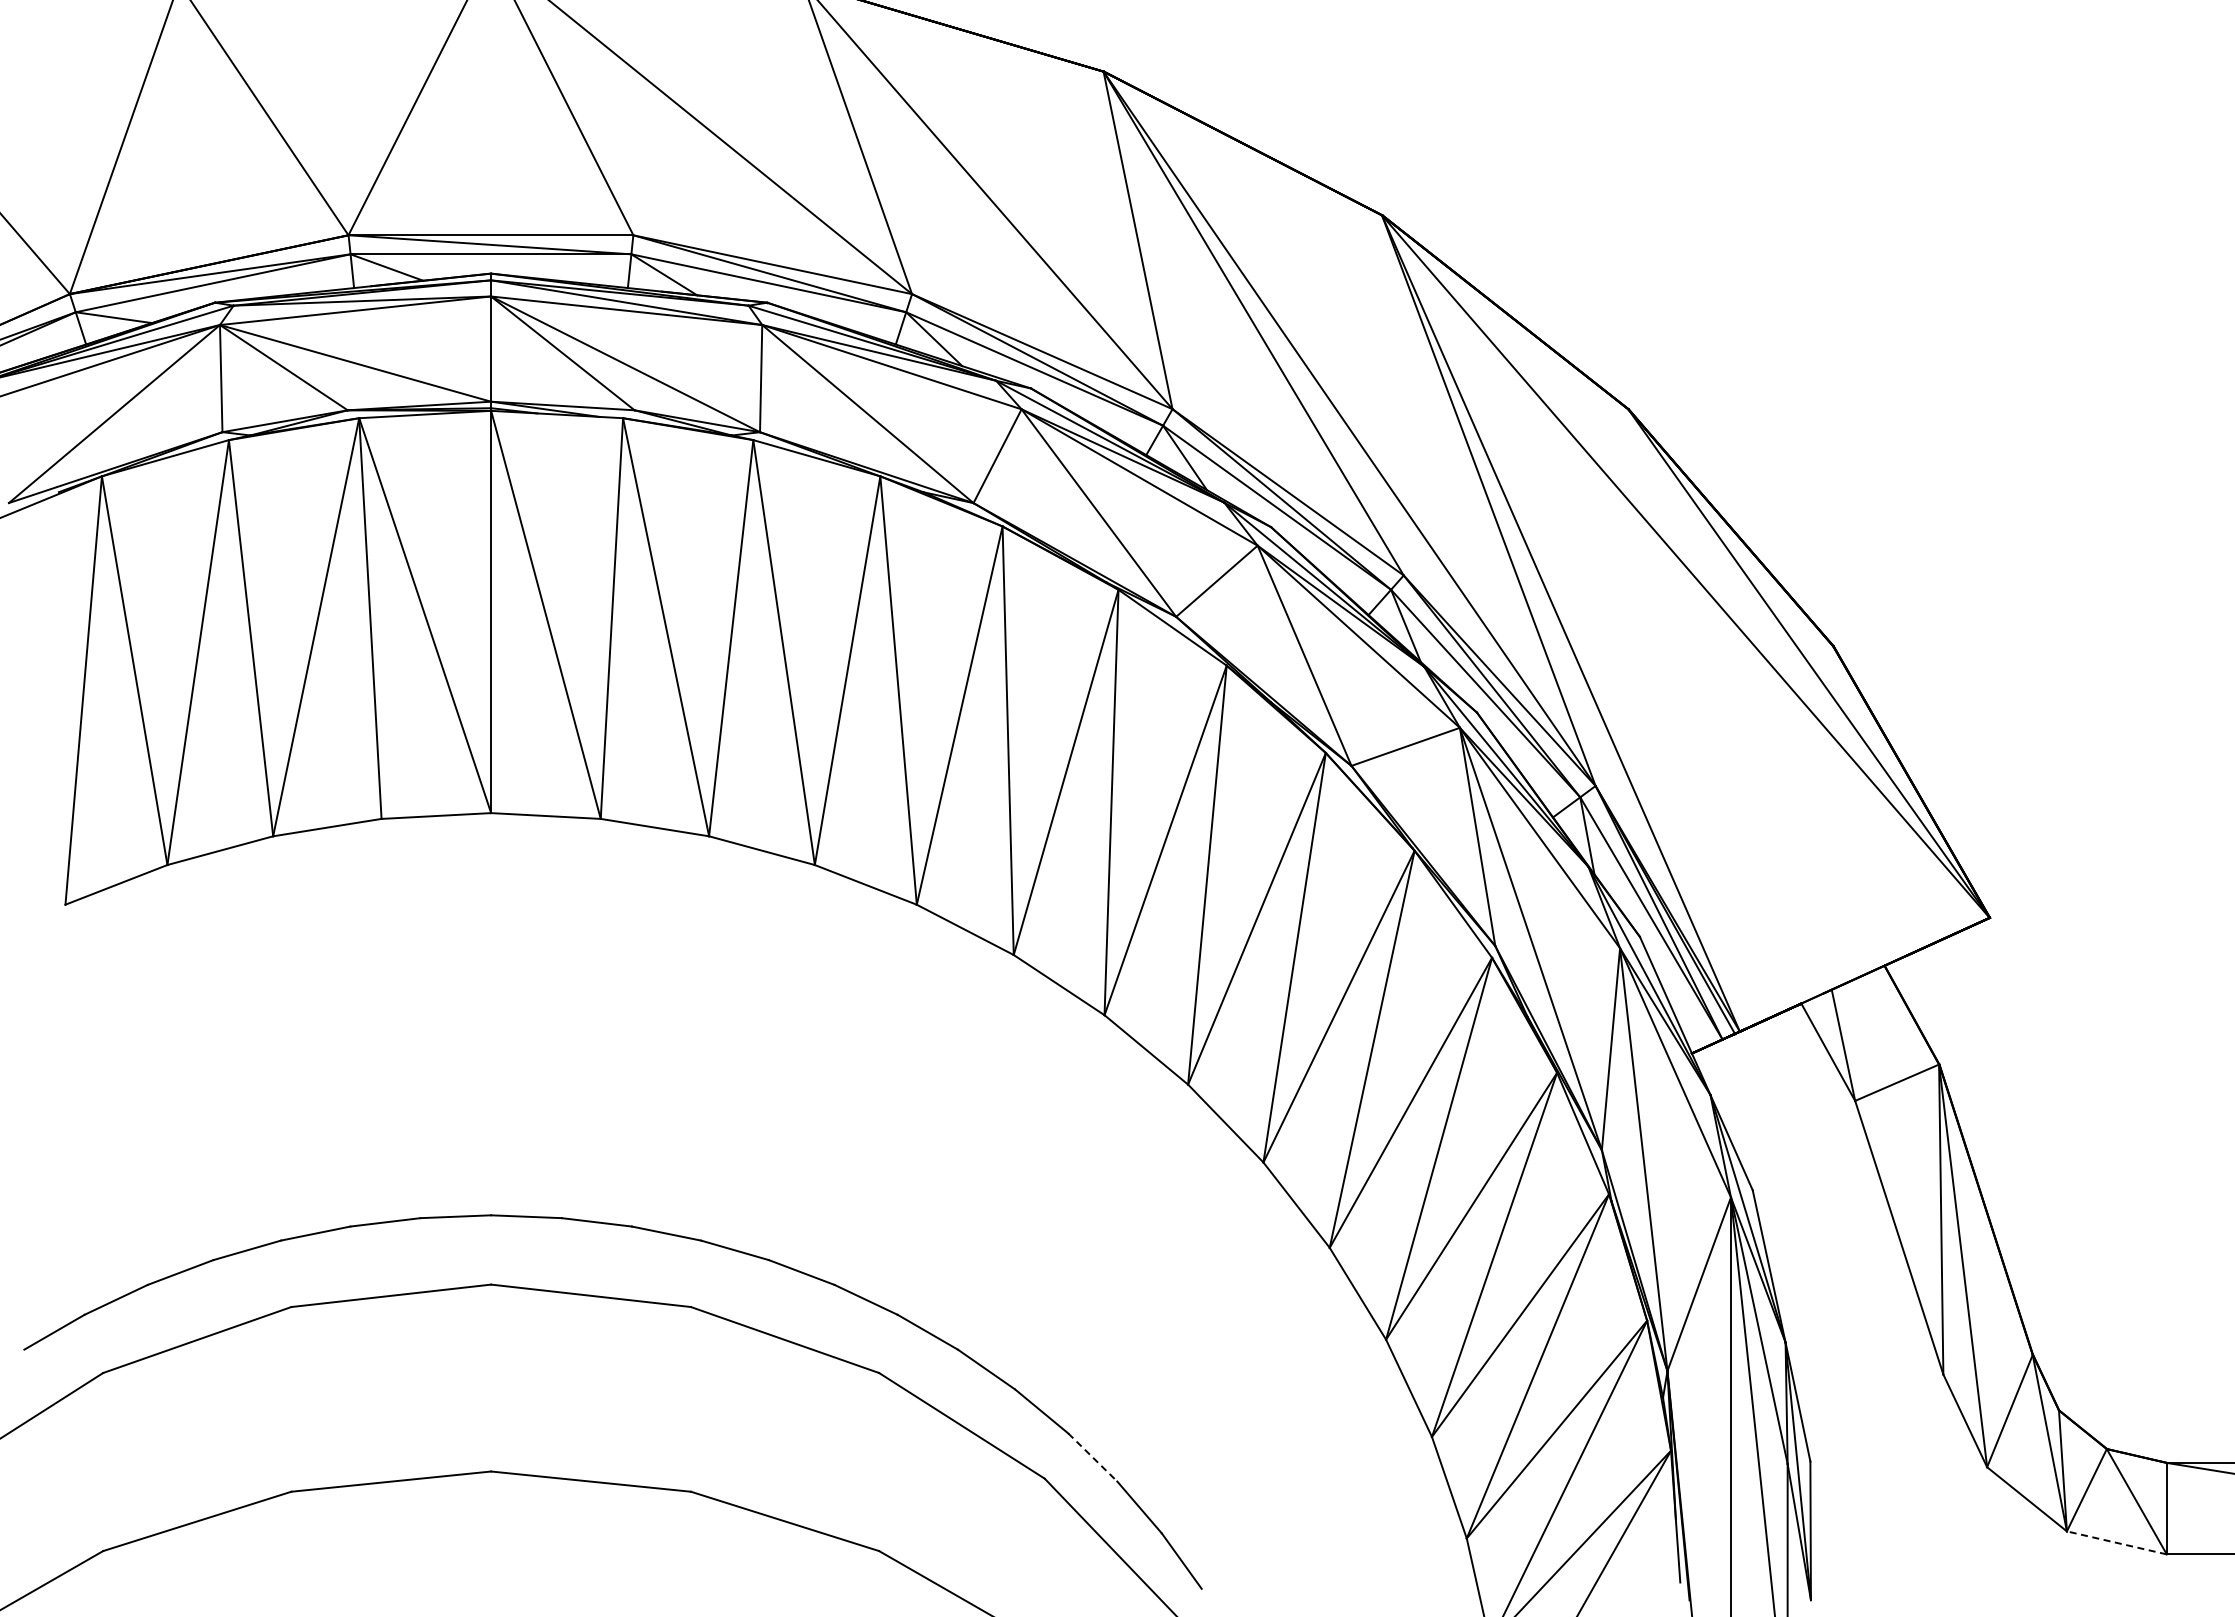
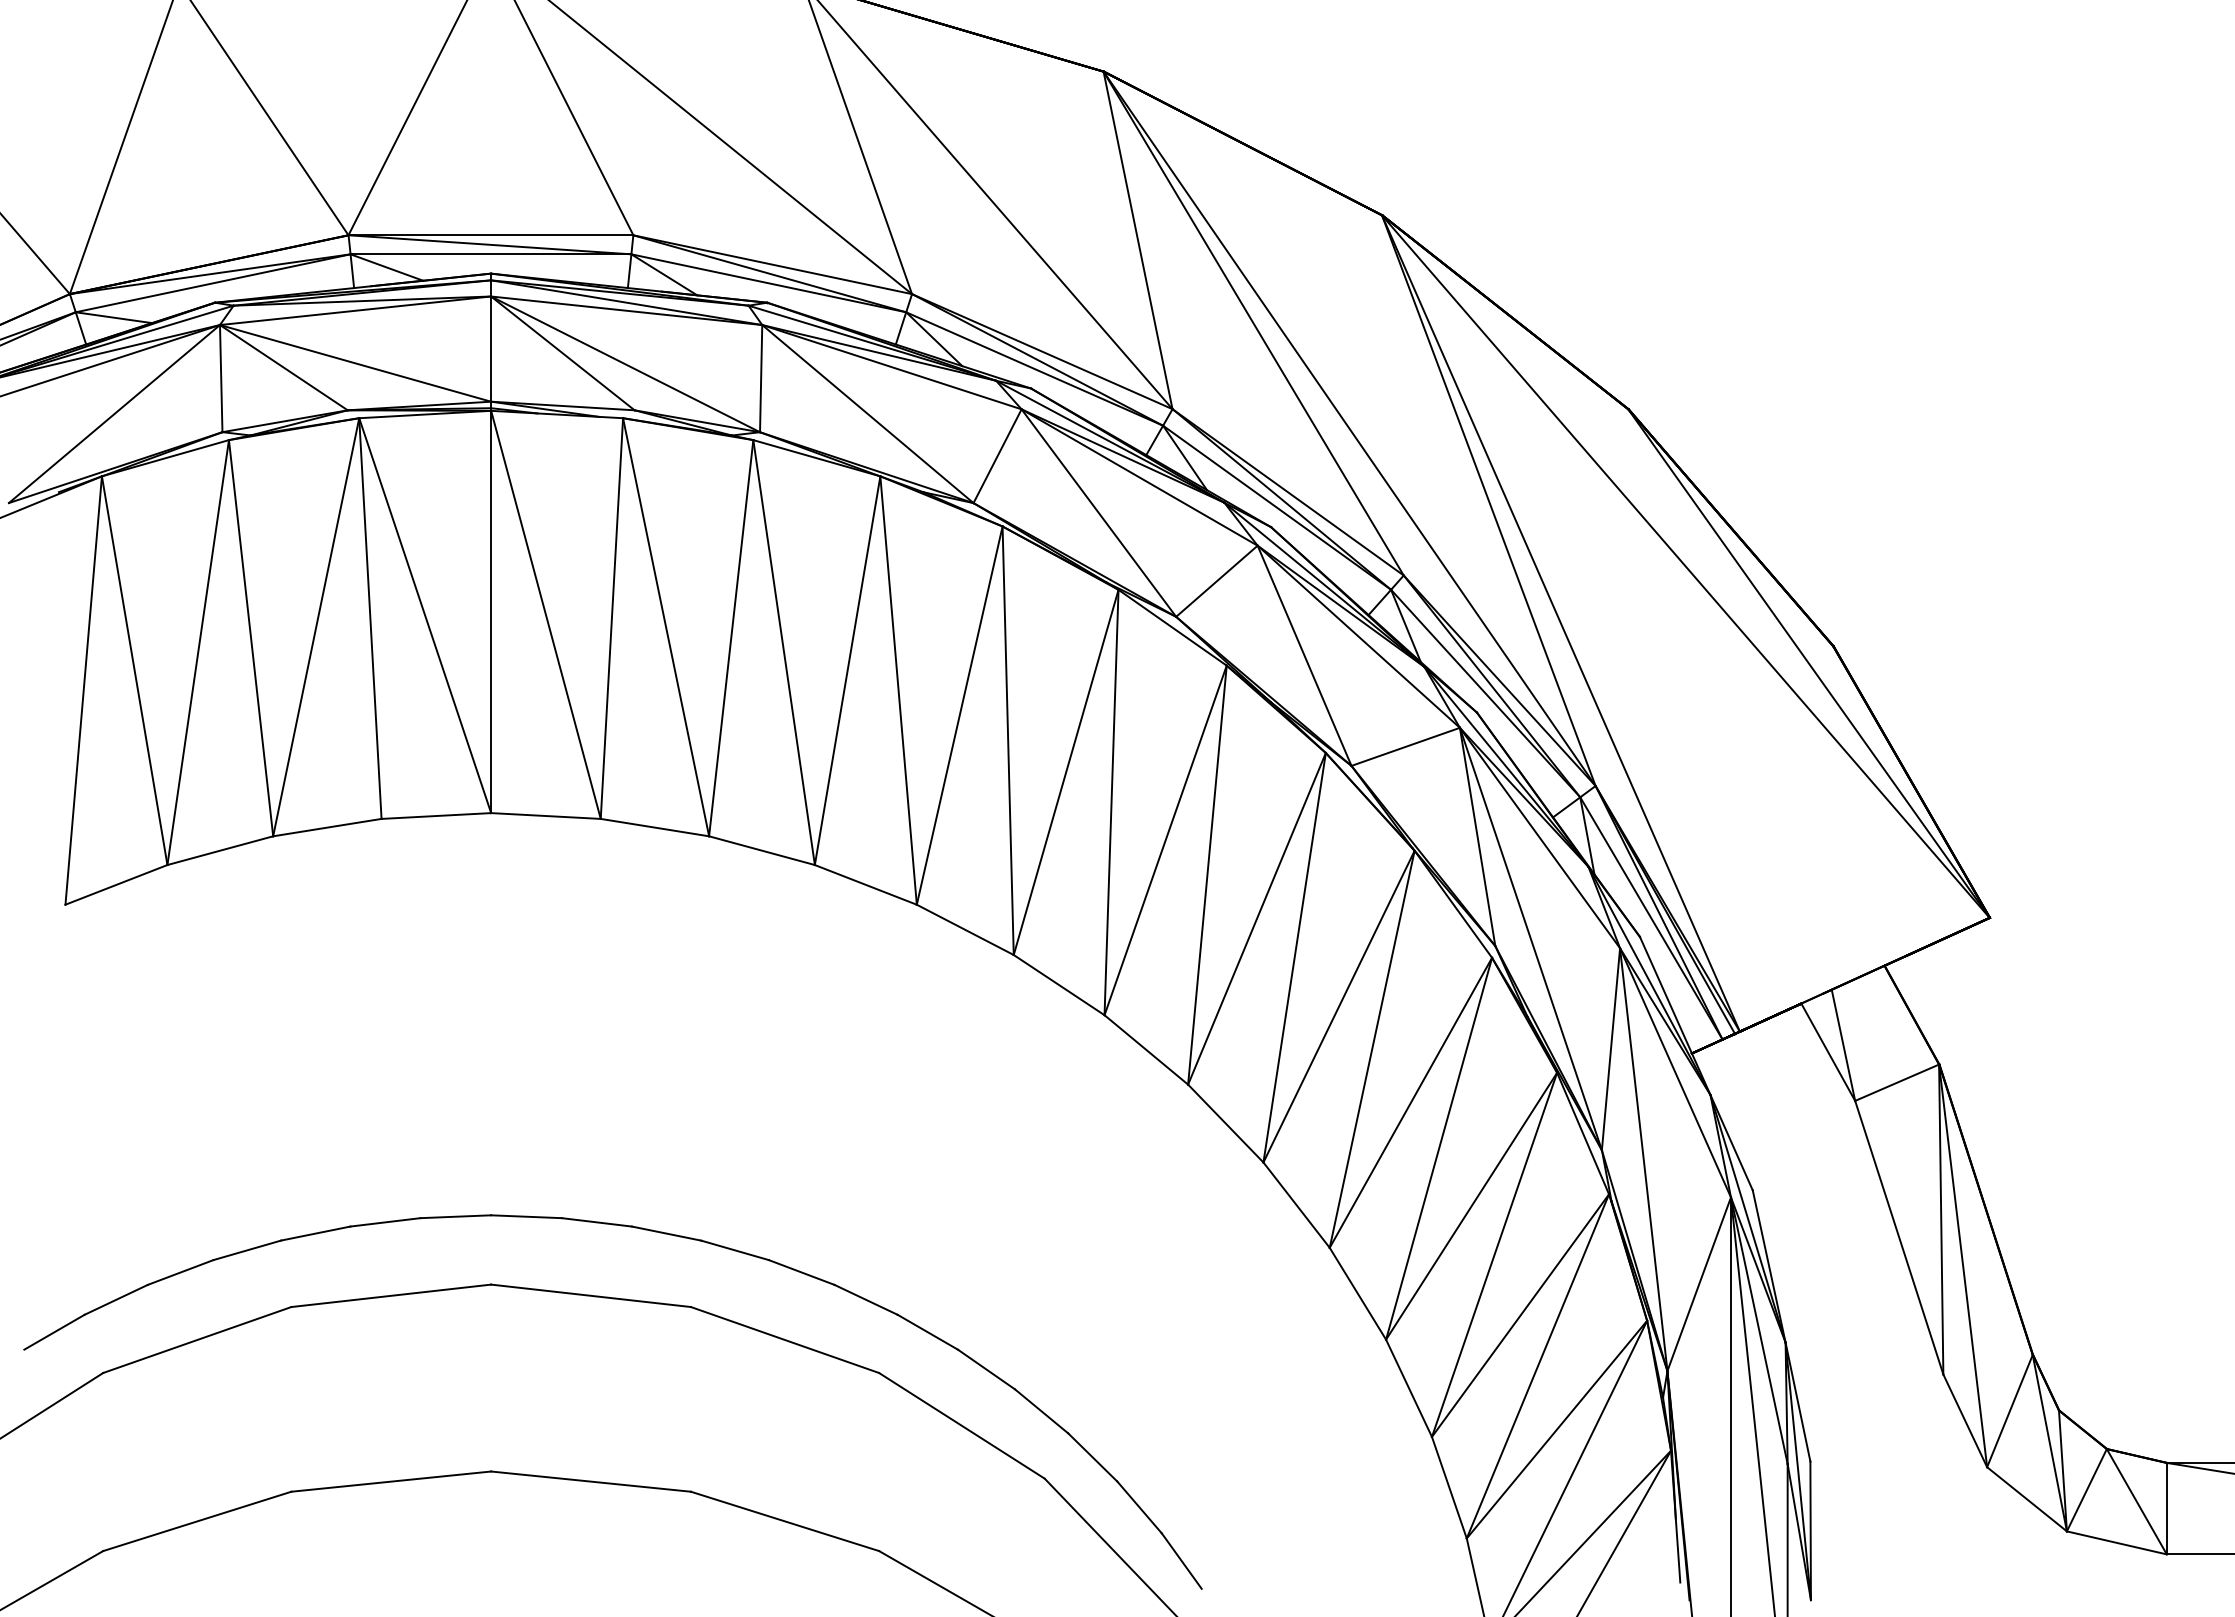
line at (1093, 1457): dashed -> solid
line at (2116, 1542): dashed -> solid
